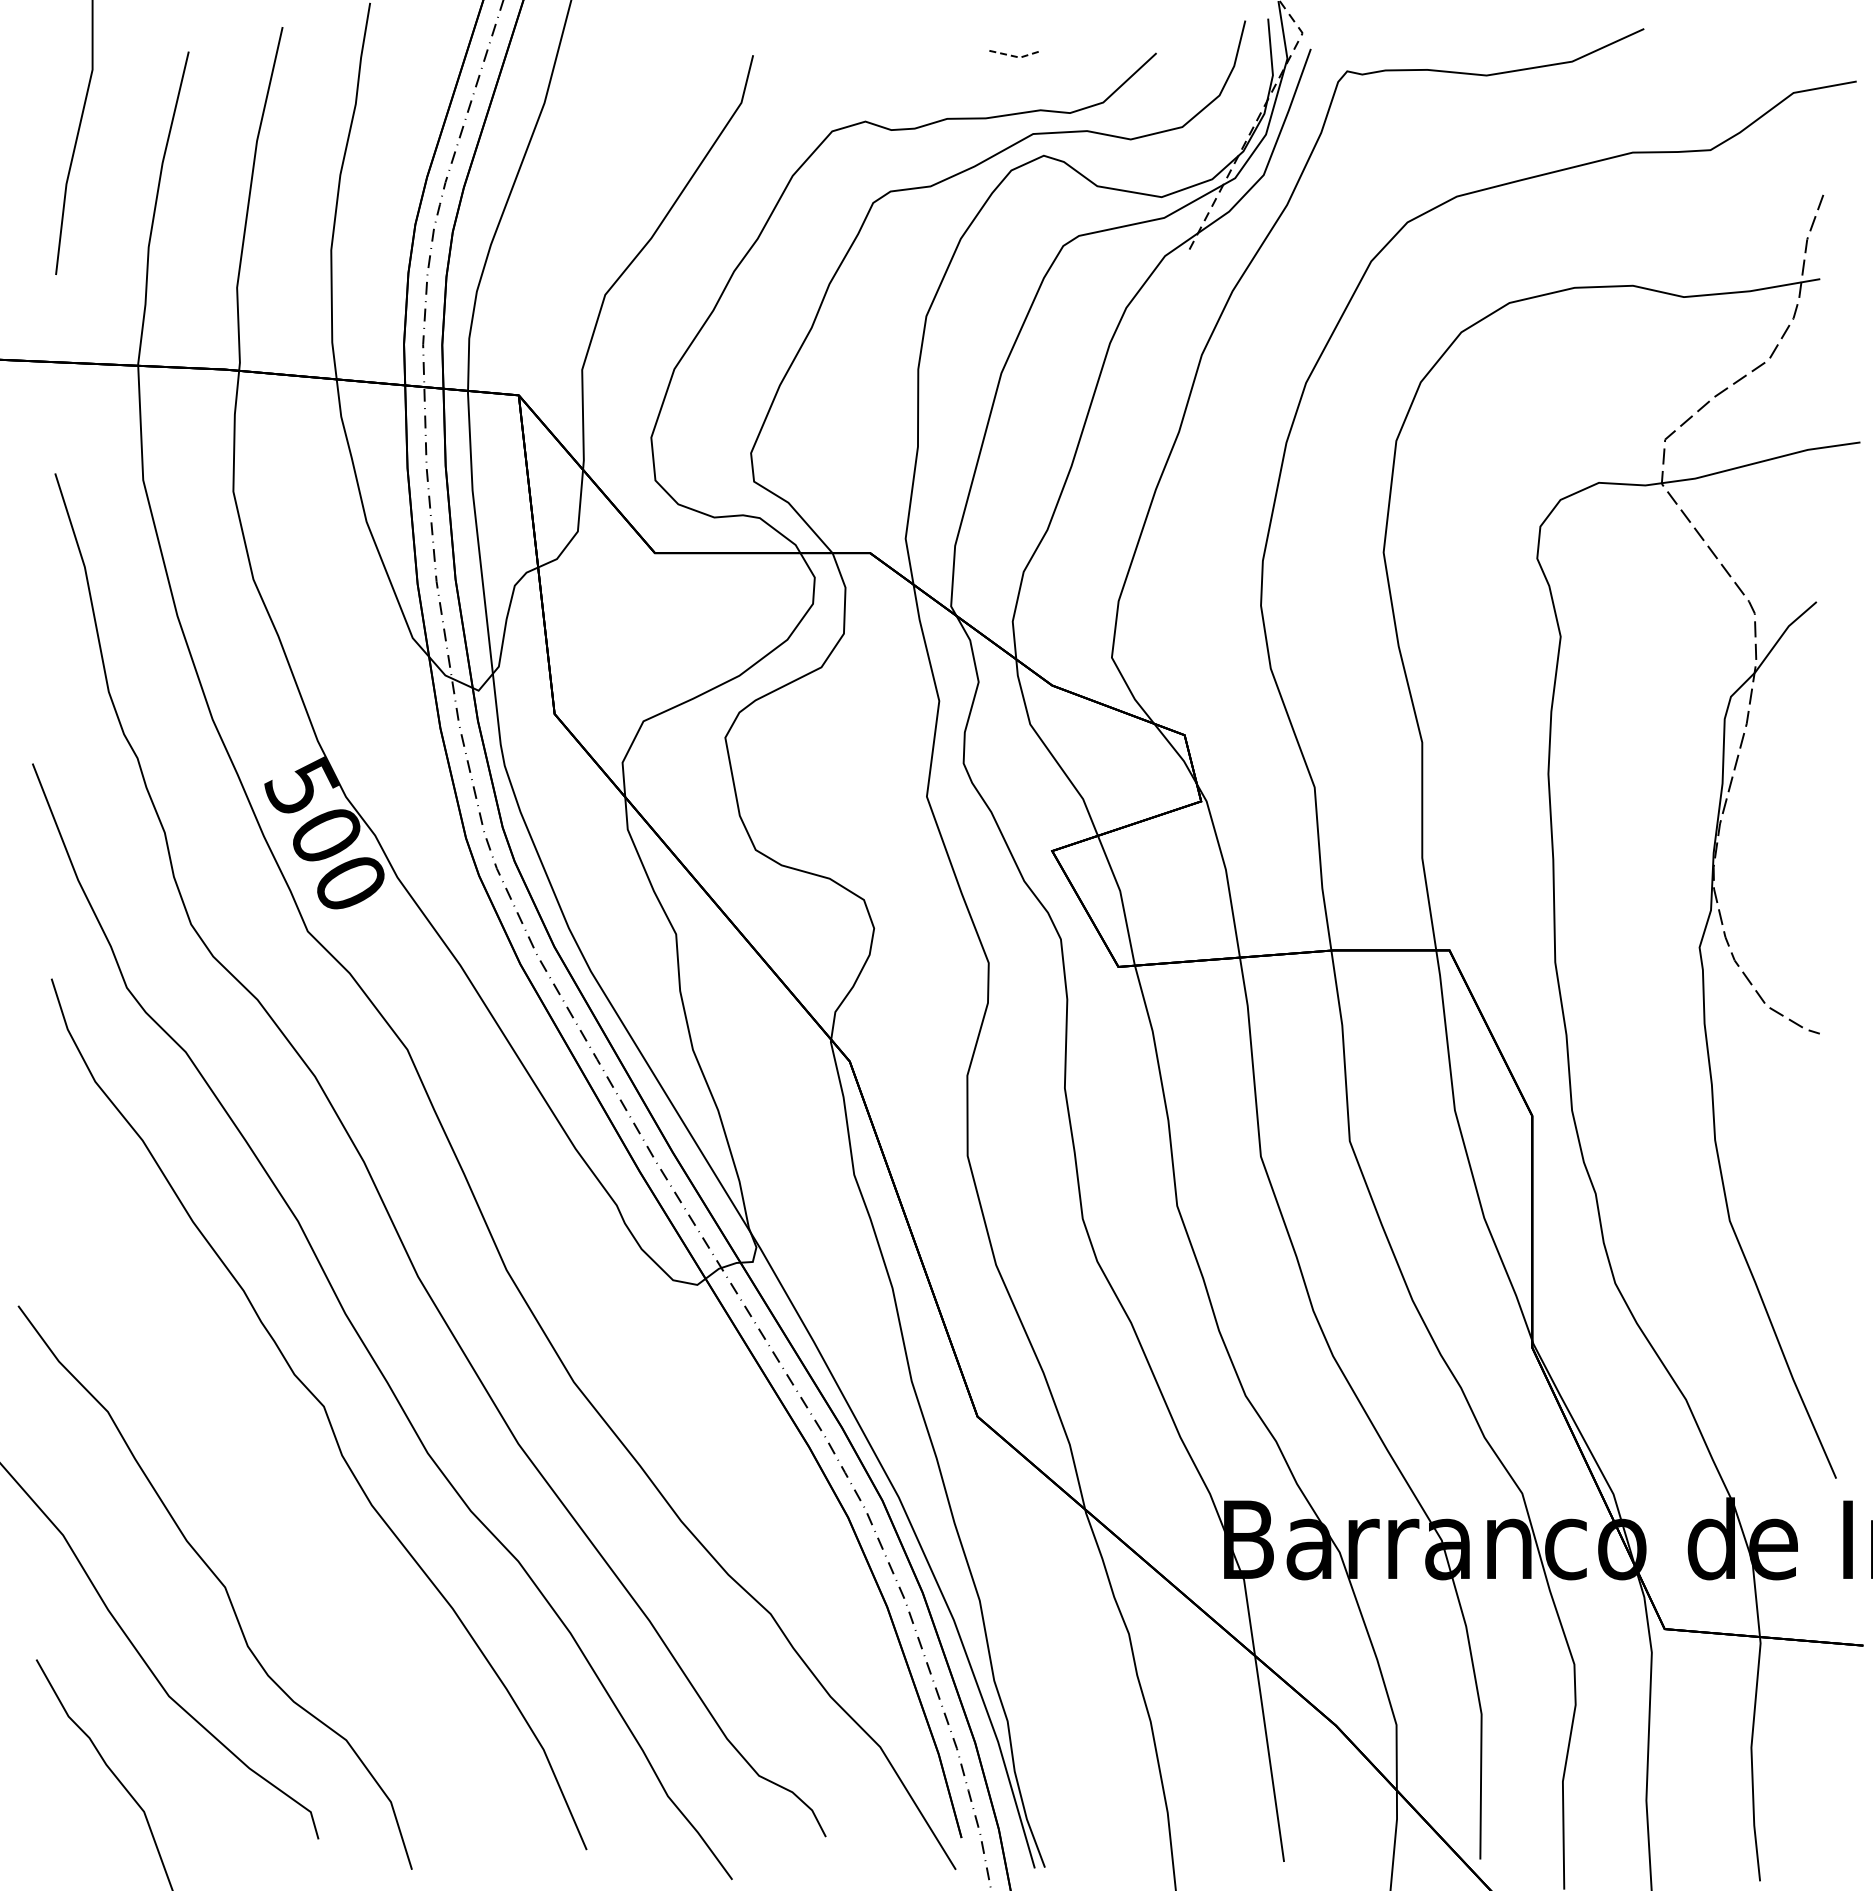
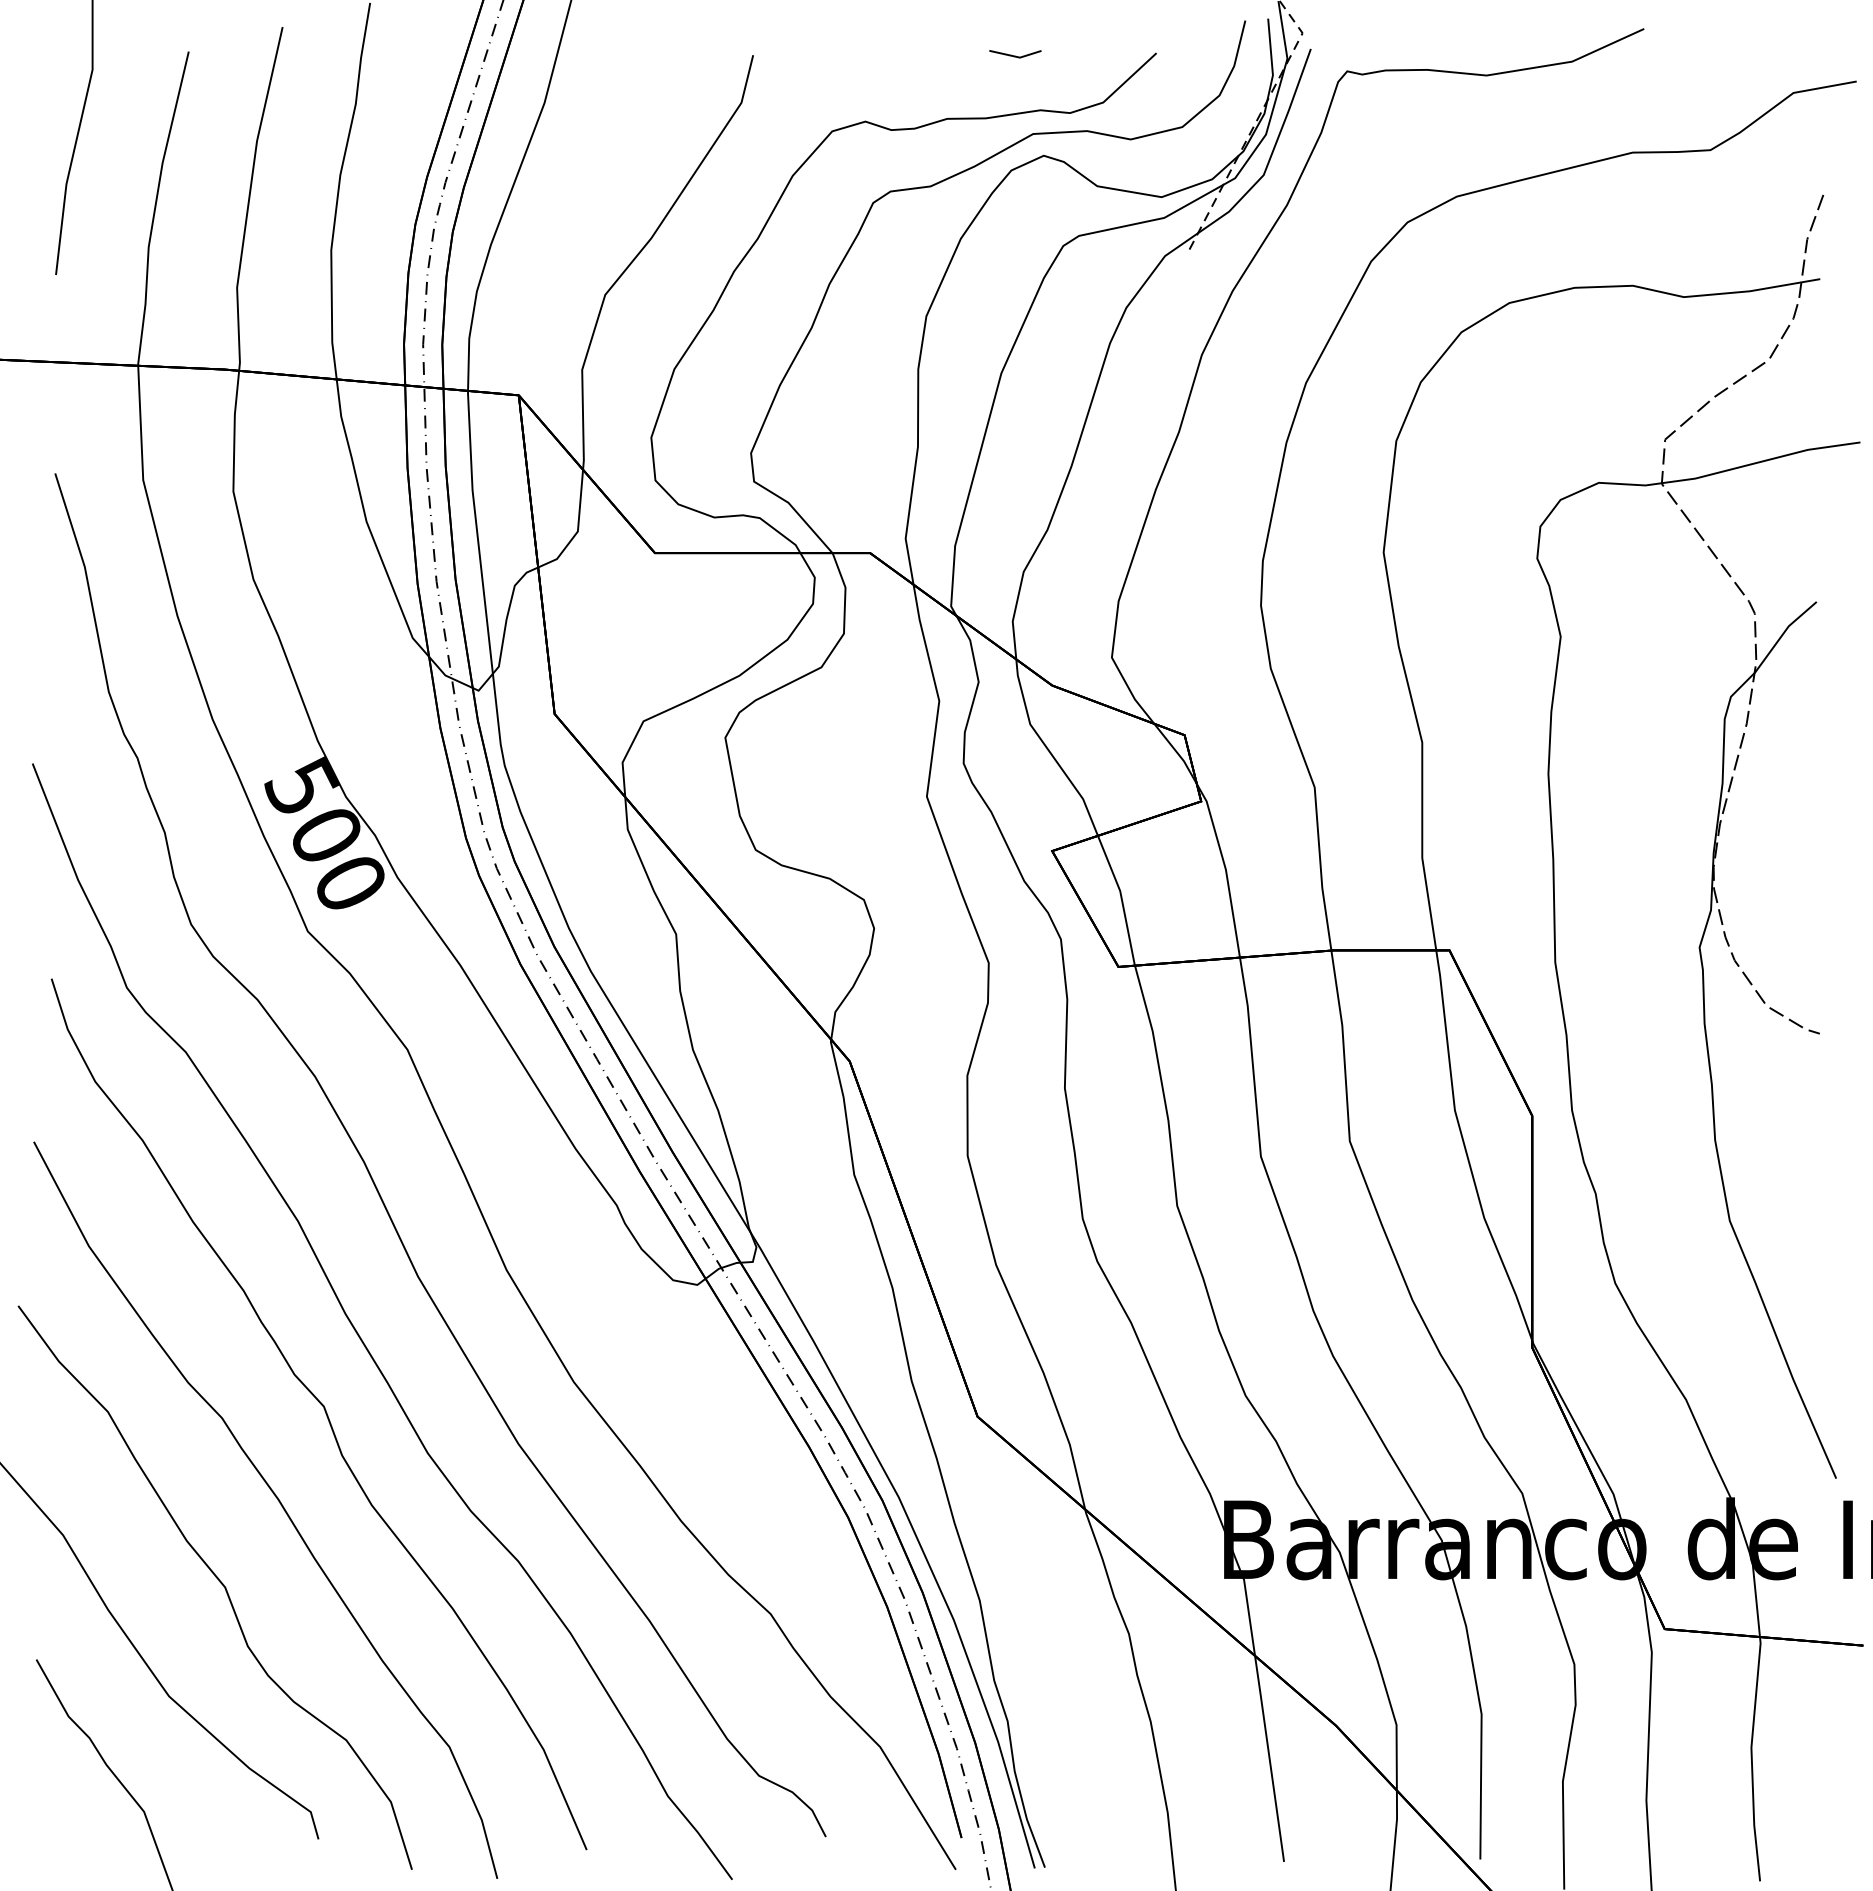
line at (1016, 56): dashed -> solid
curve at (277, 1500): none -> present
